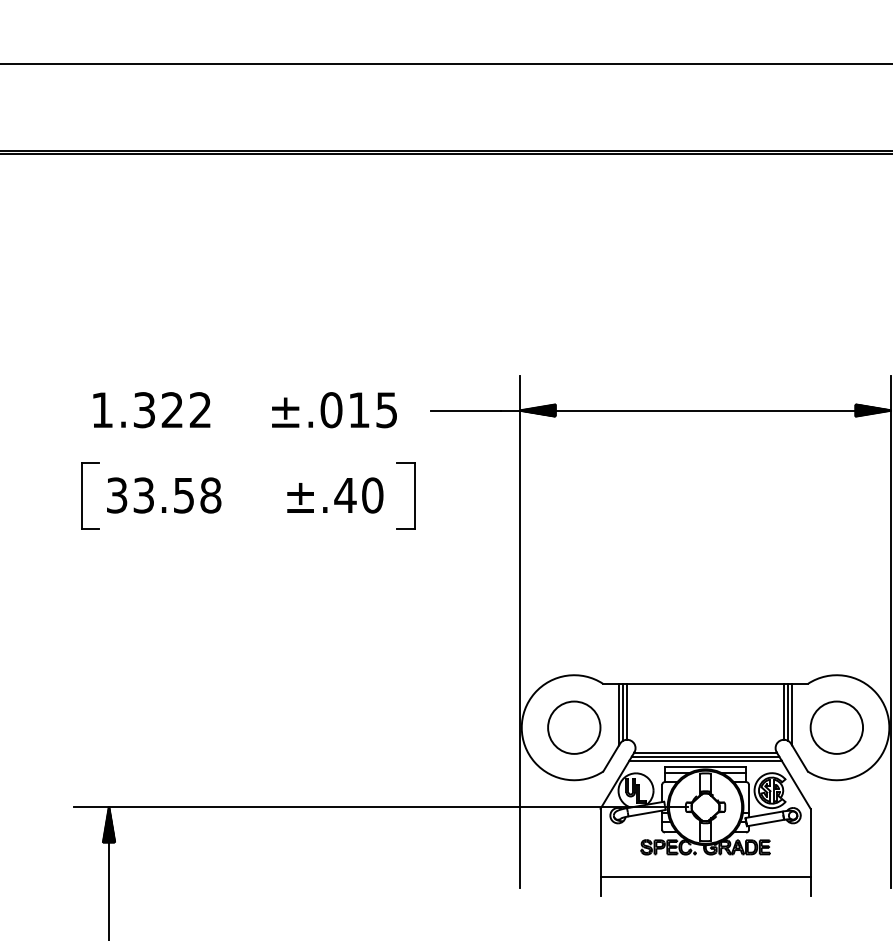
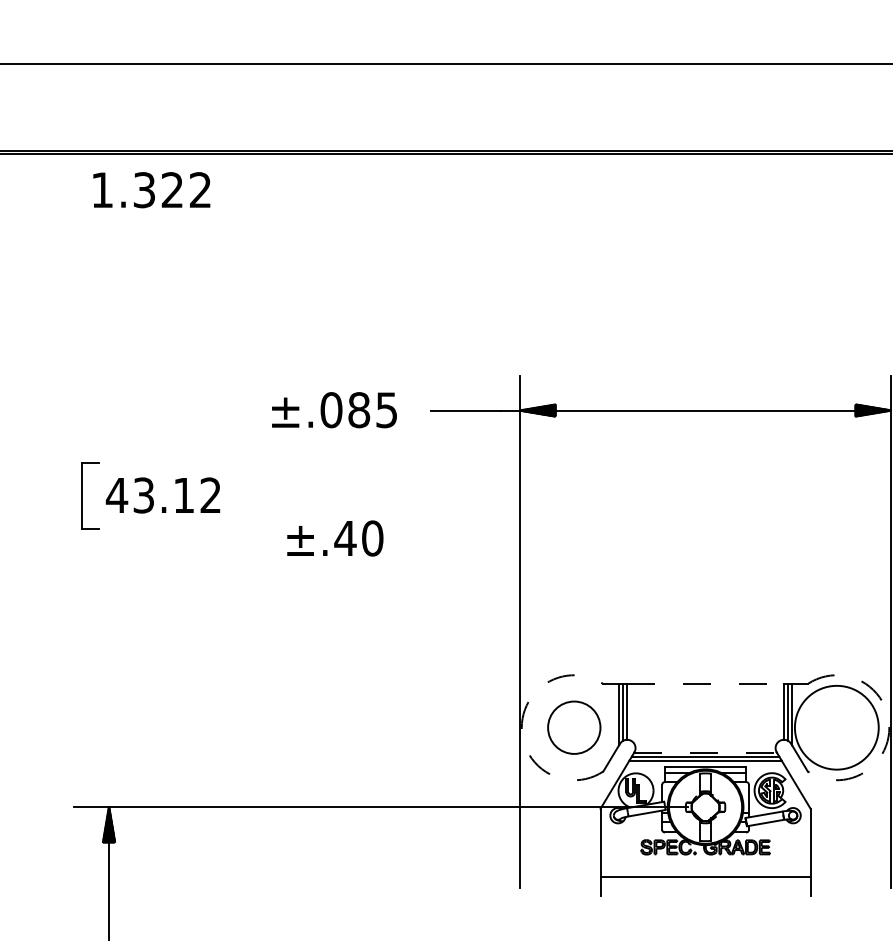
text at (151, 410) position: (151, 410) -> (151, 190)
text at (359, 410): ±.015 -> ±.085
text at (163, 495): 33.58 -> 43.12
text at (335, 495) position: (335, 495) -> (335, 538)
part at (414, 495): present -> none
line at (705, 683): solid -> dashed
arc at (521, 727): solid -> dashed
circle at (836, 727) diameter: 52 px -> 84 px
arc at (889, 727): solid -> dashed
line at (706, 752): solid -> dashed
